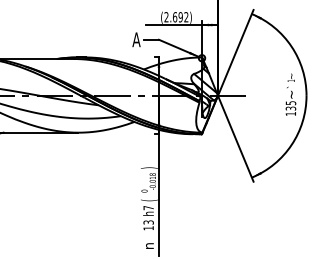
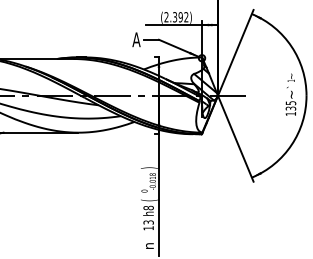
text at (174, 17): (2.692) -> (2.392)
text at (148, 207): h7 -> h8
